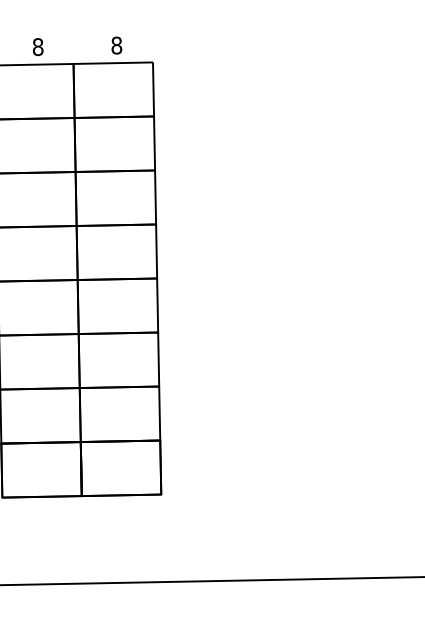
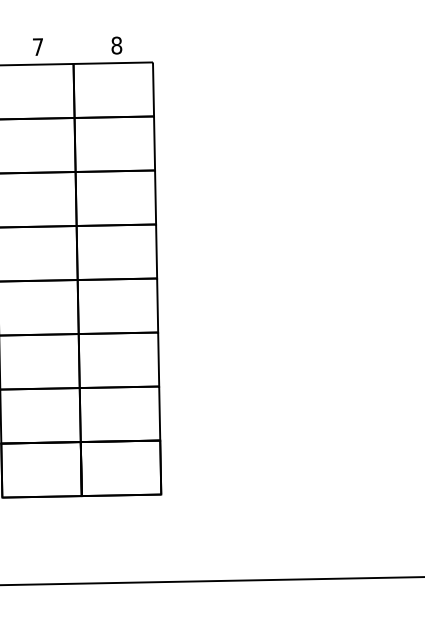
text at (38, 47): 8 -> 7
